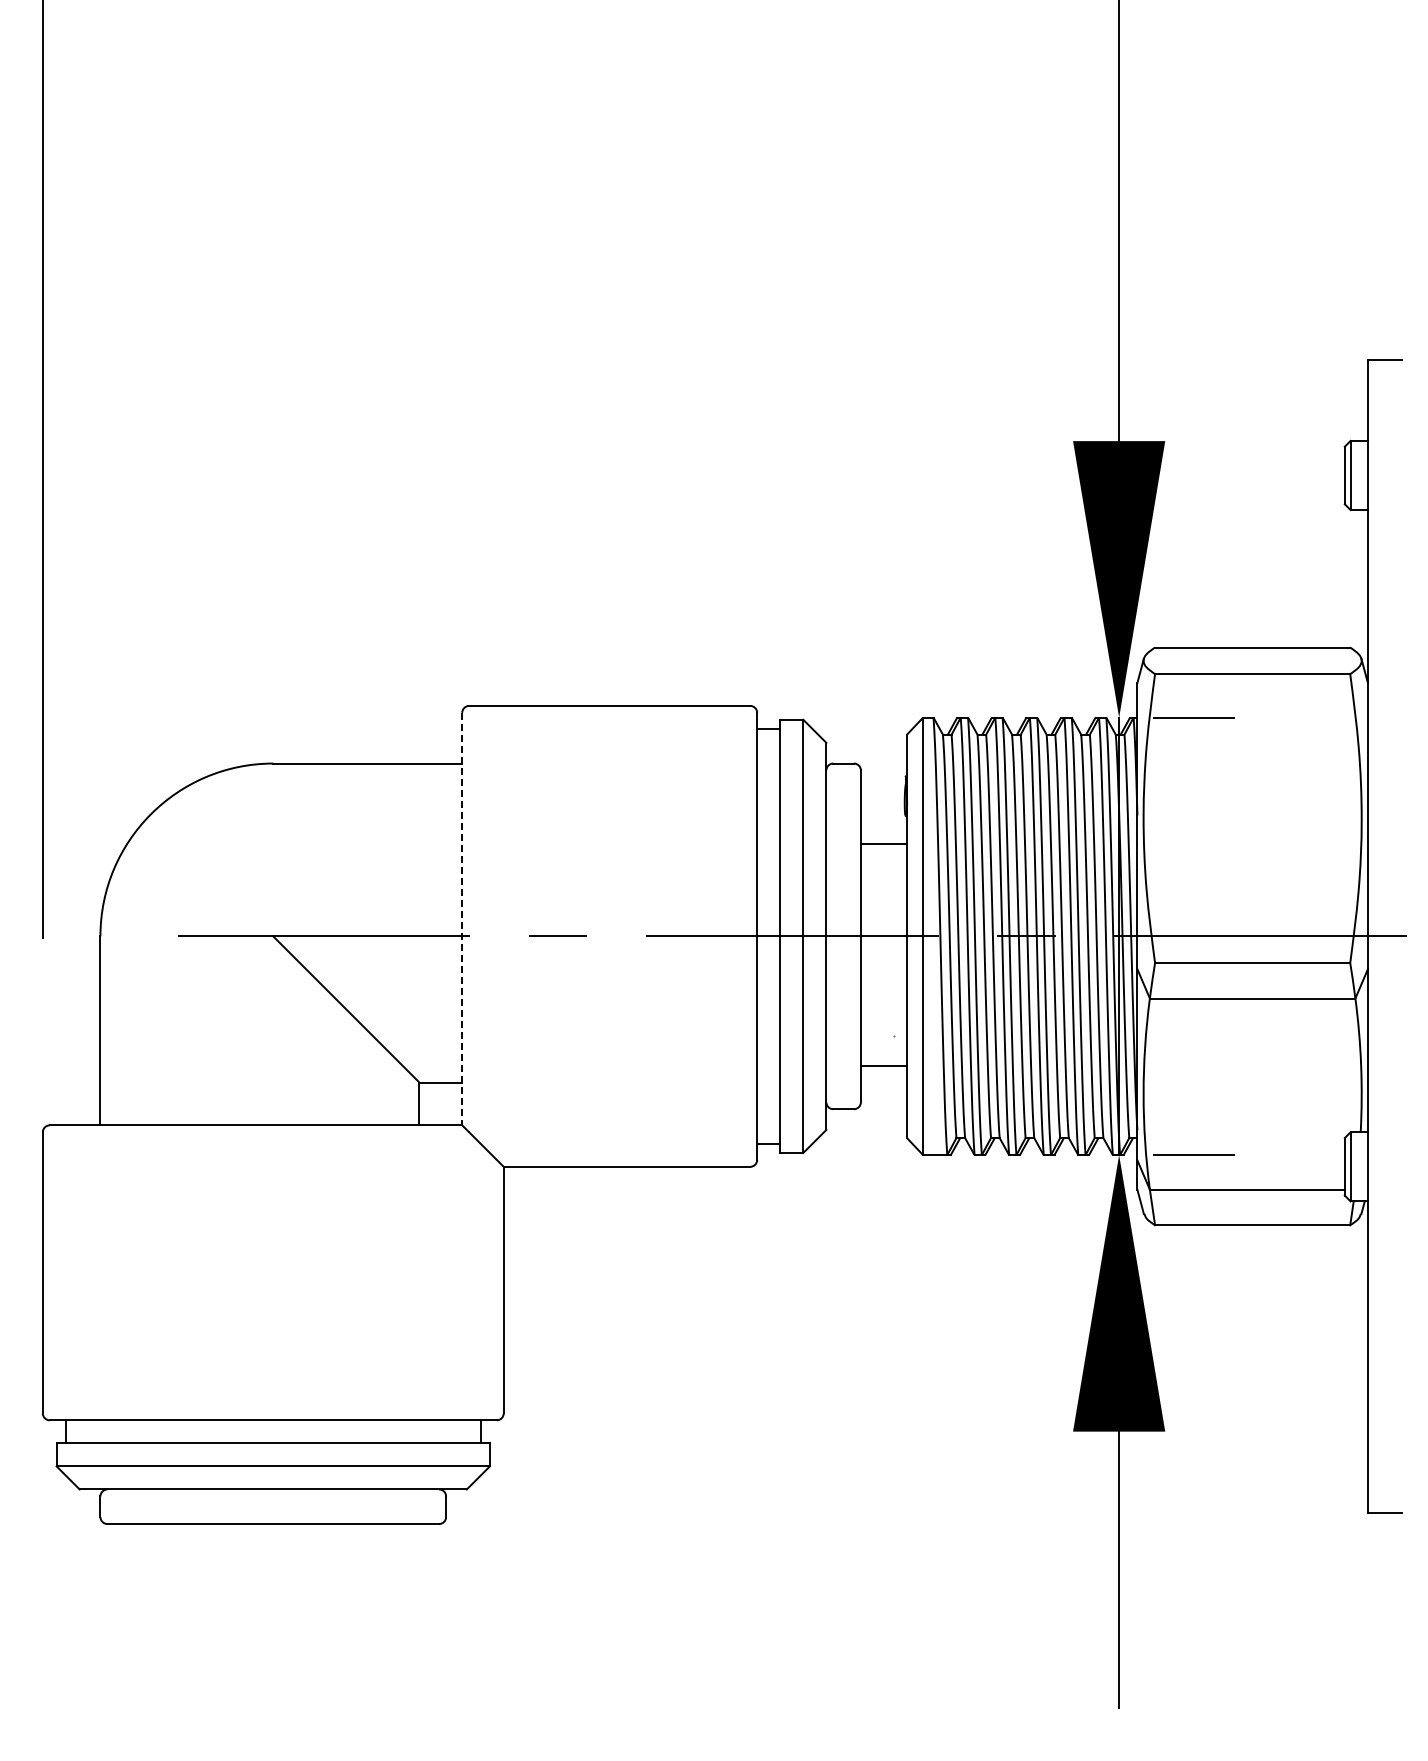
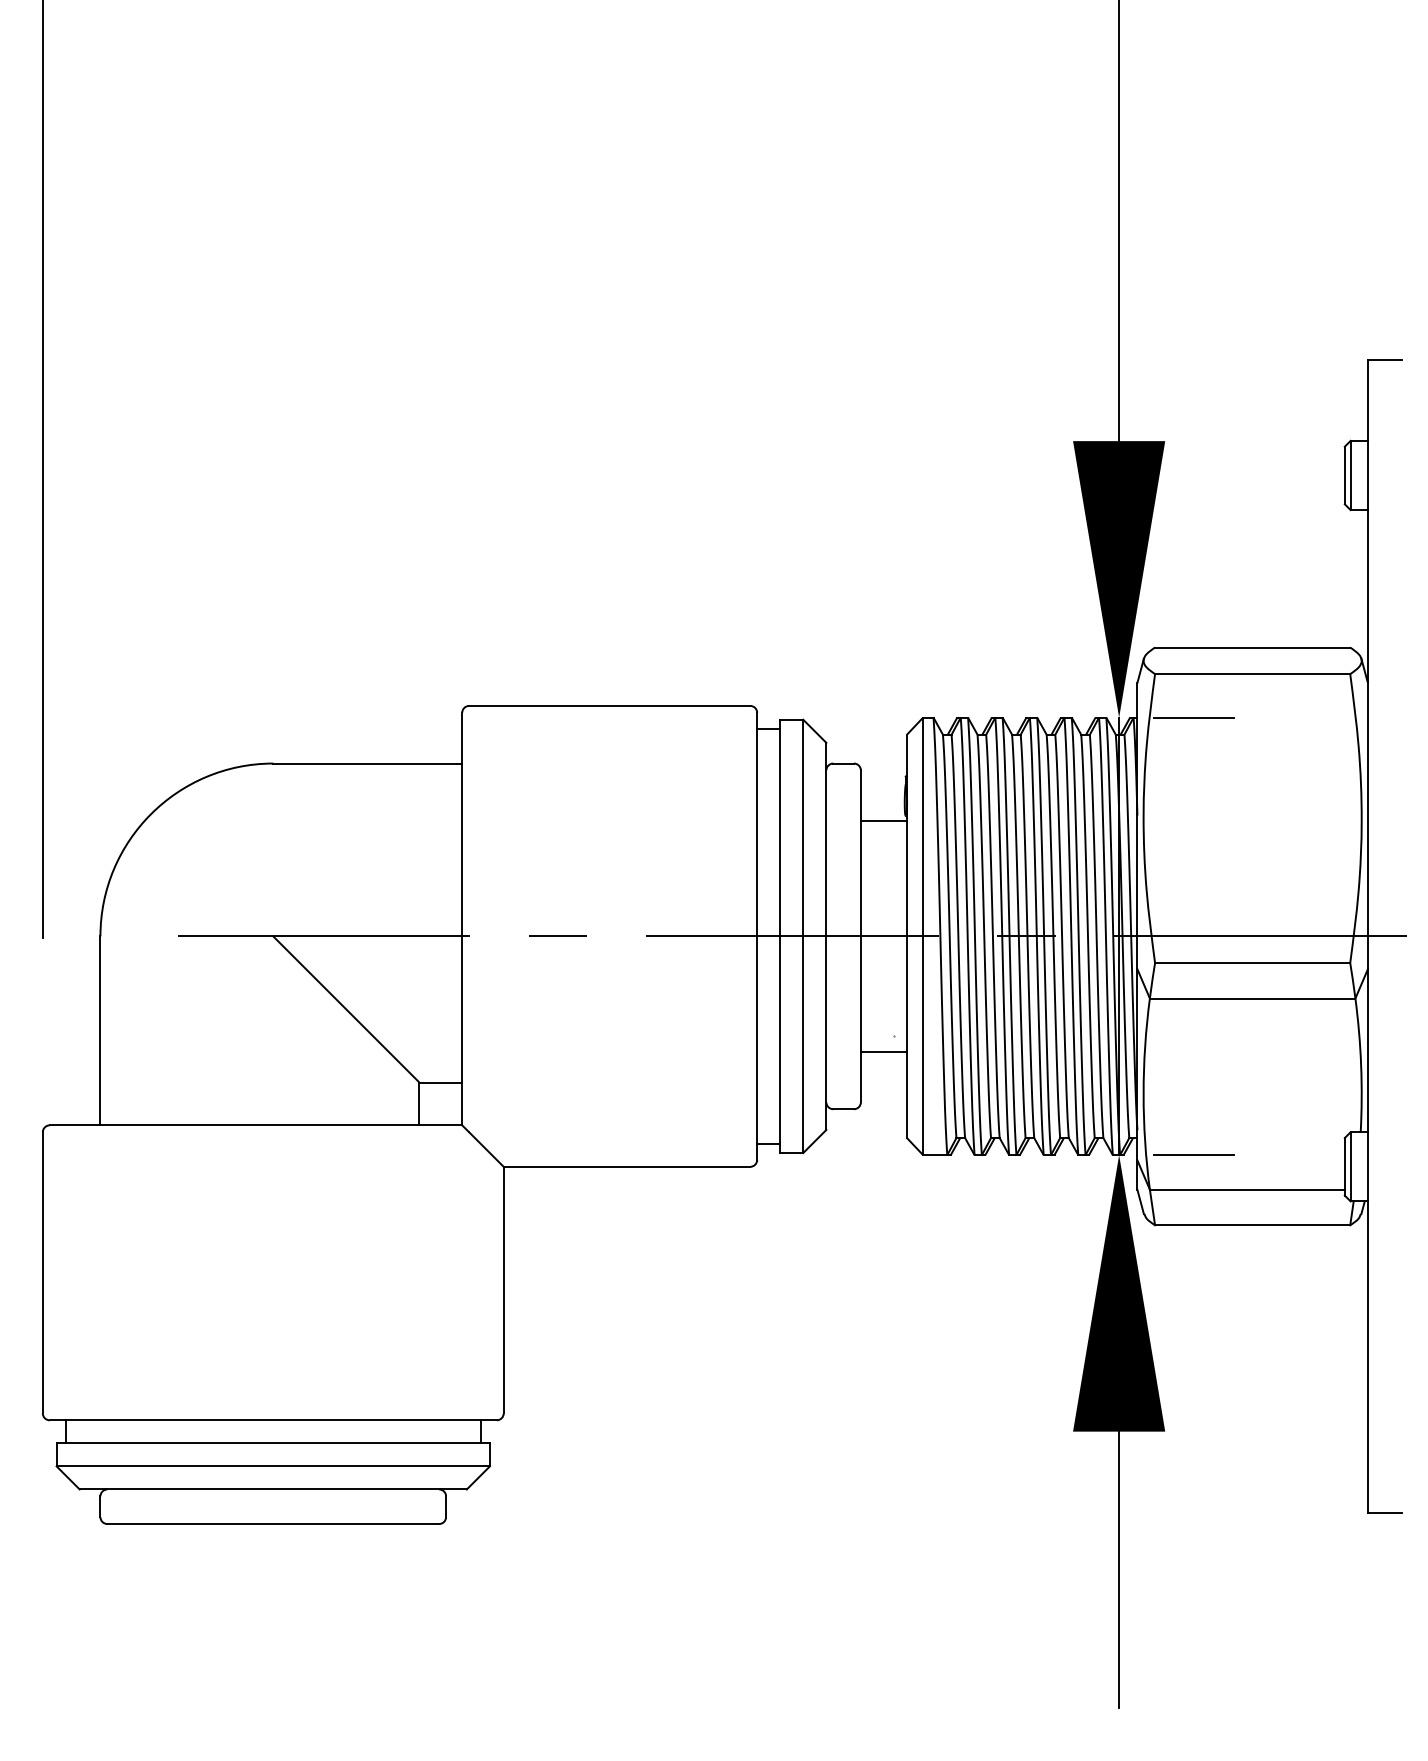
line at (883, 844) position: (883, 844) -> (883, 821)
line at (462, 919): dashed -> solid
line at (883, 1065) position: (883, 1065) -> (883, 1051)
